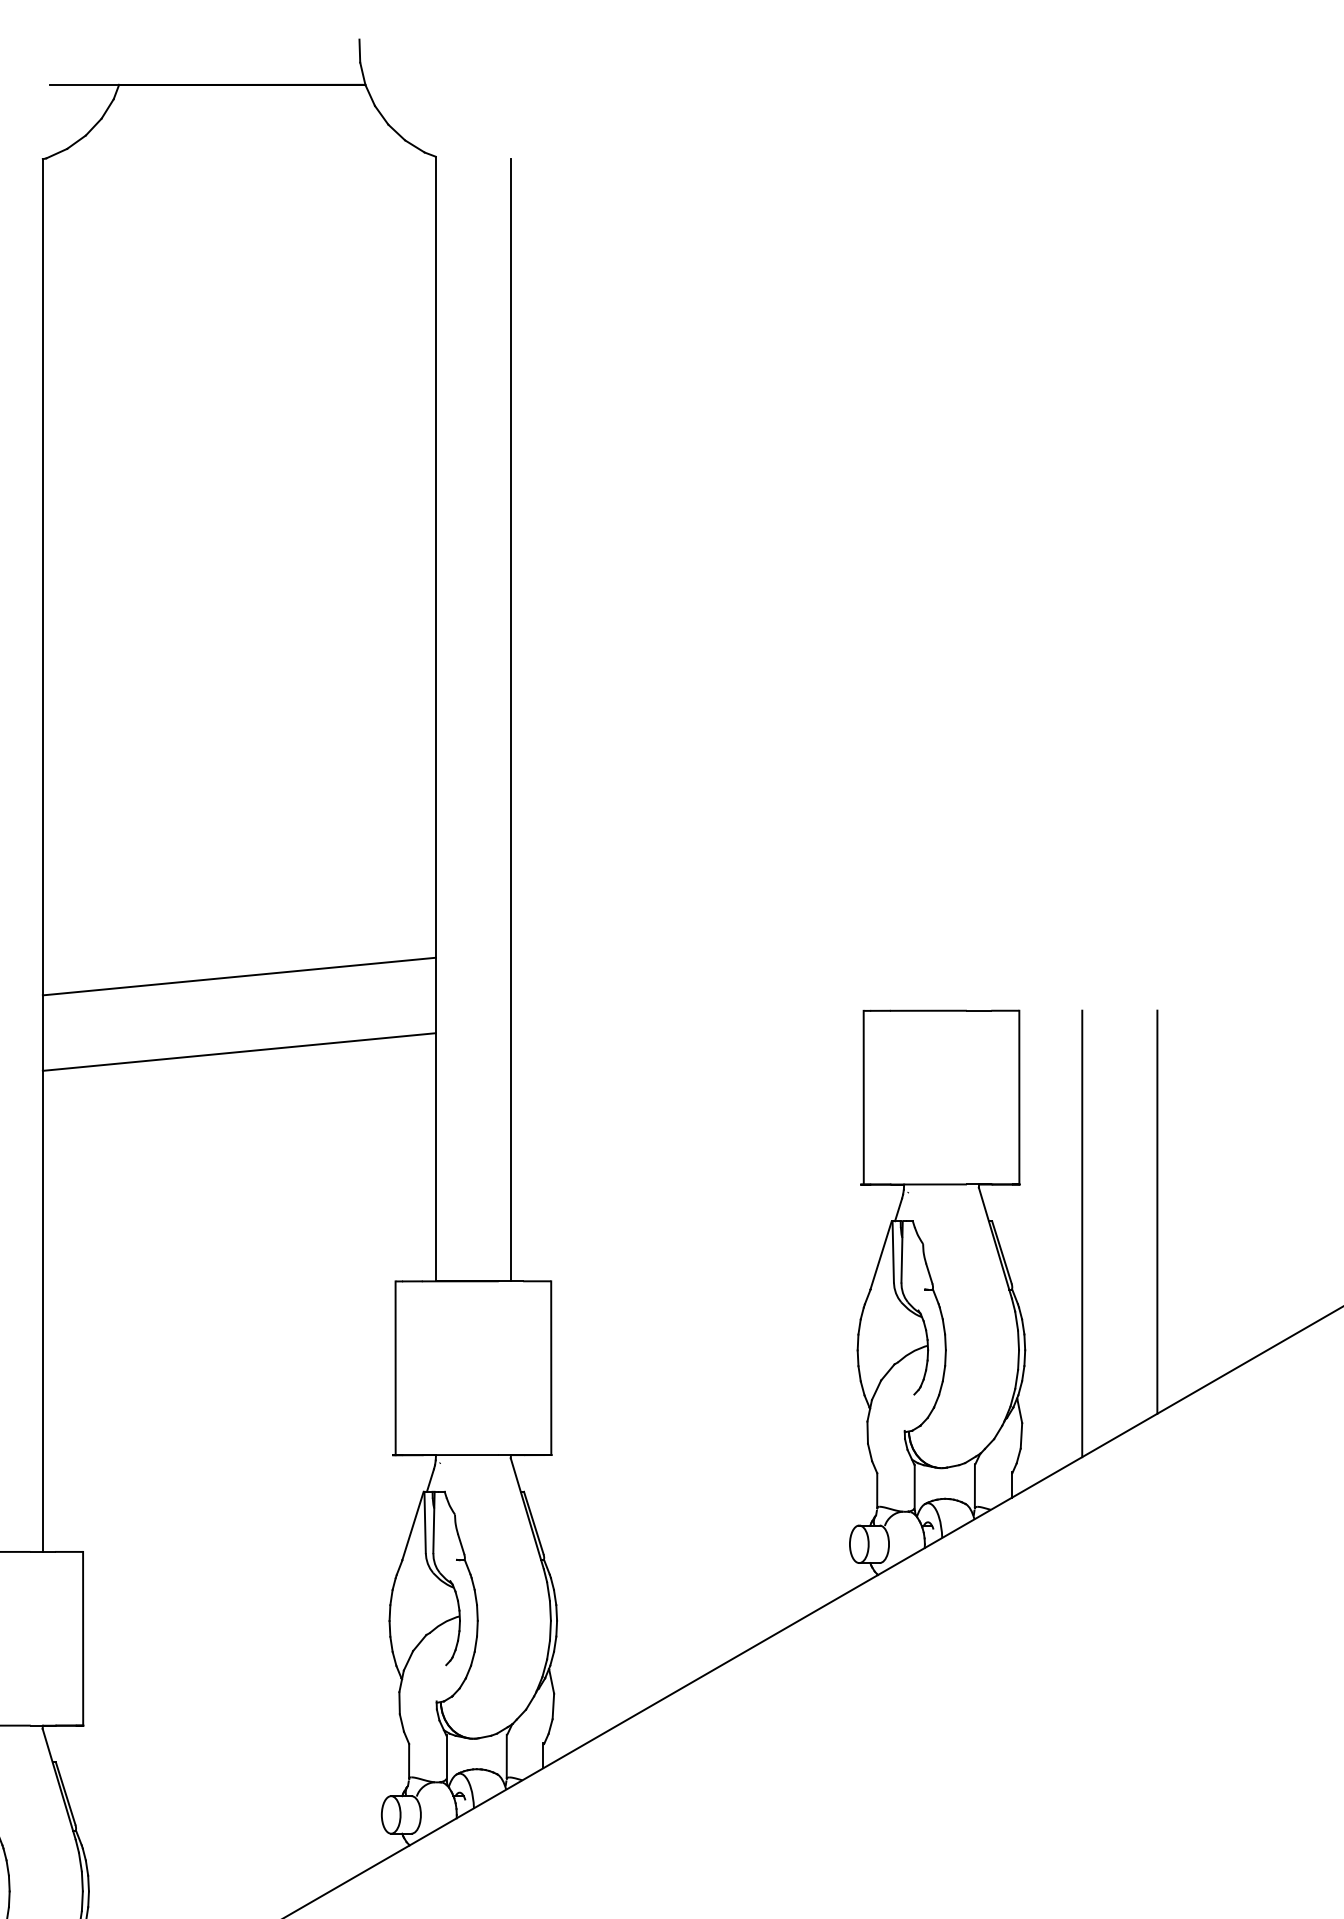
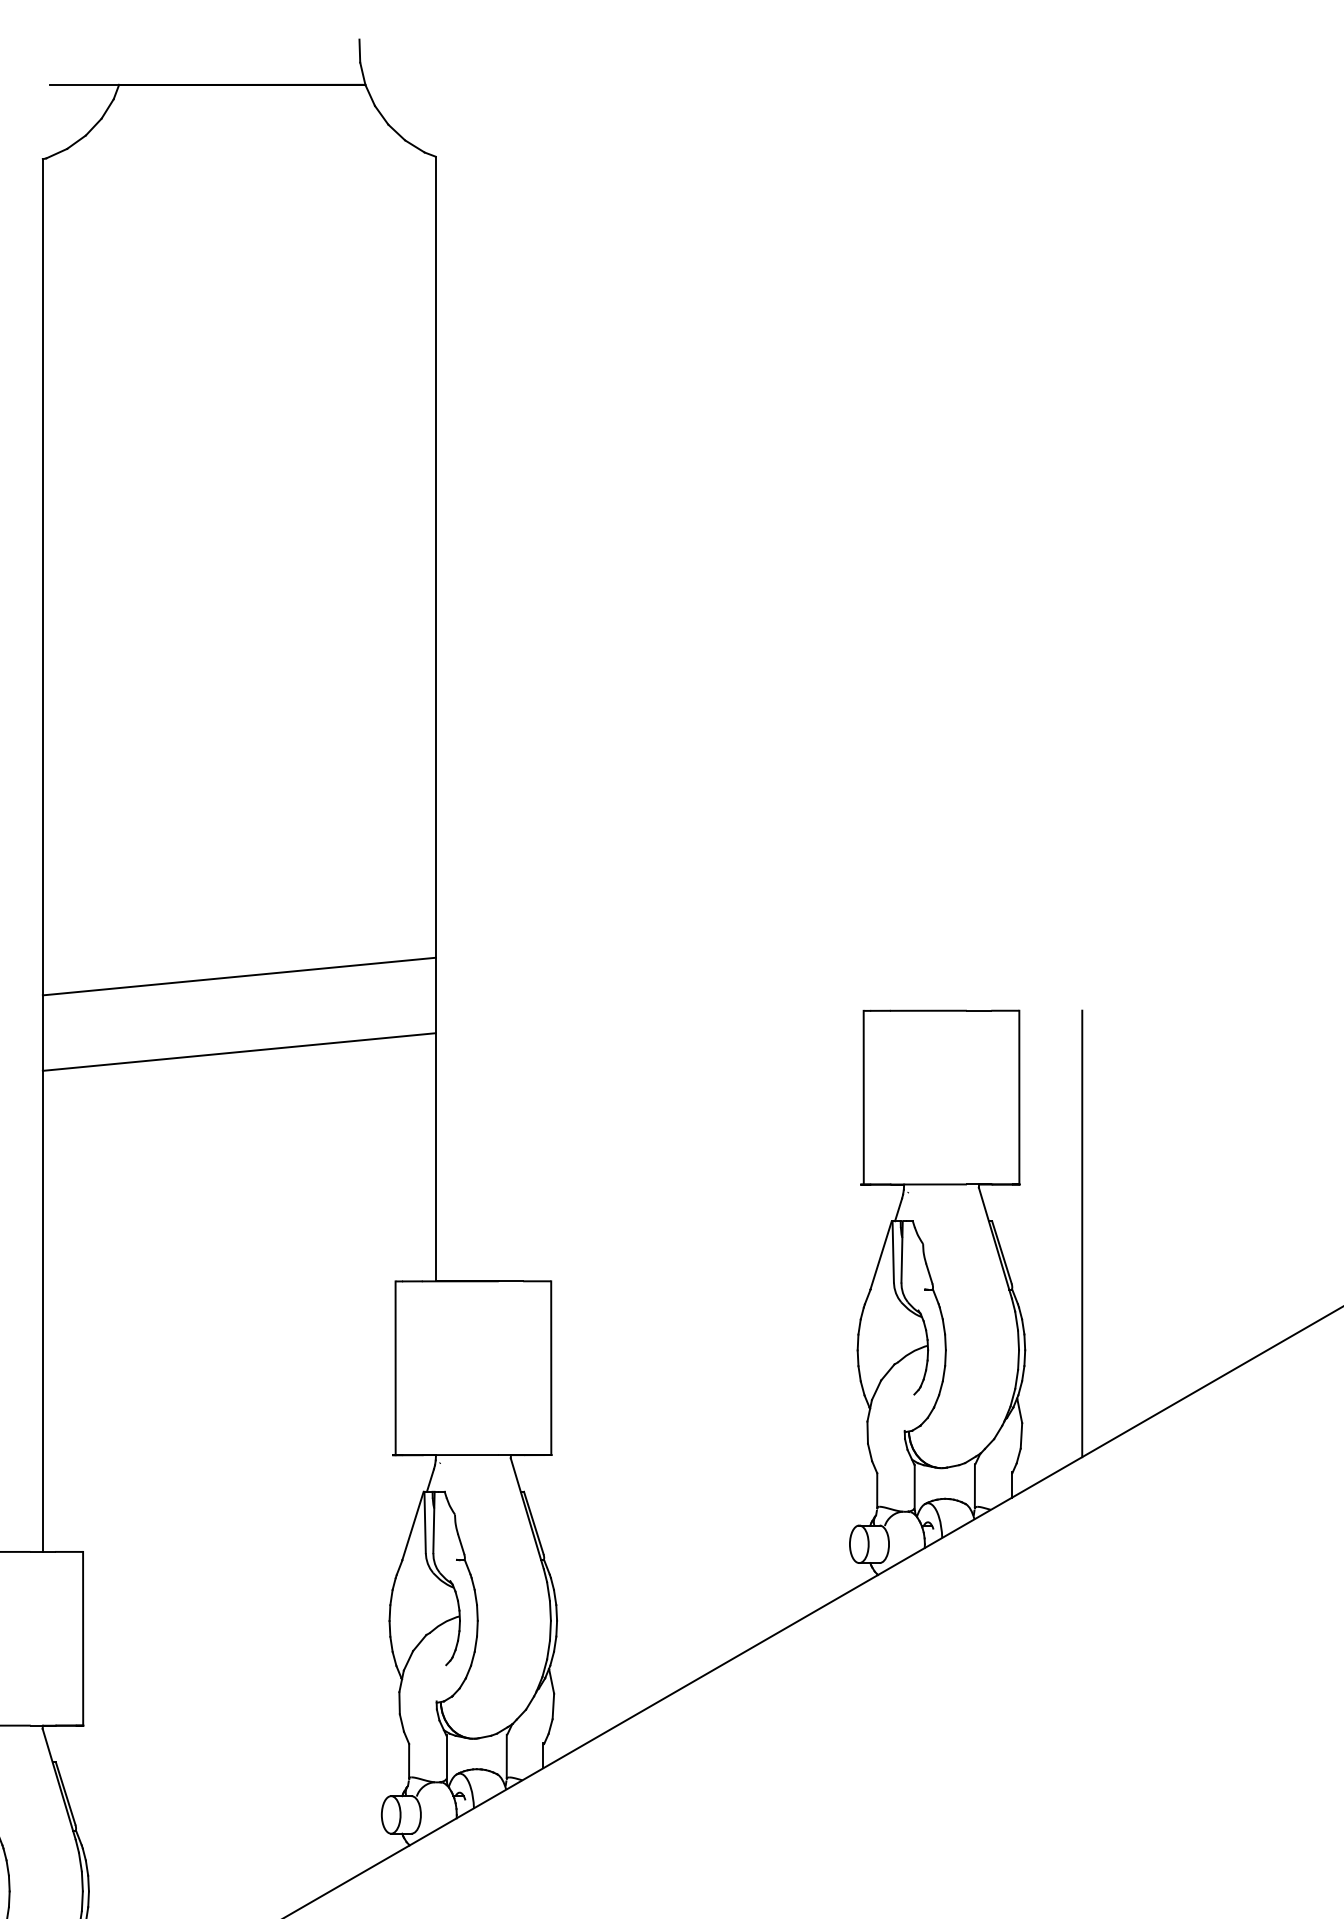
line at (510, 719): present -> none
line at (1157, 1211): present -> none
